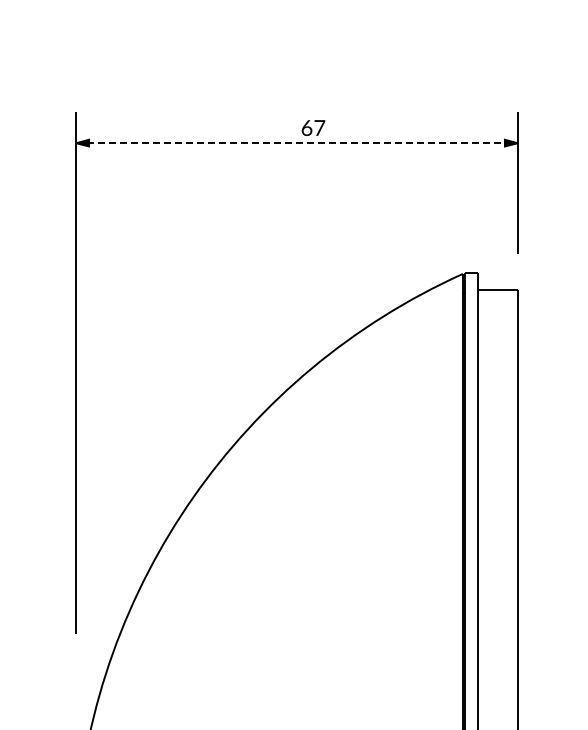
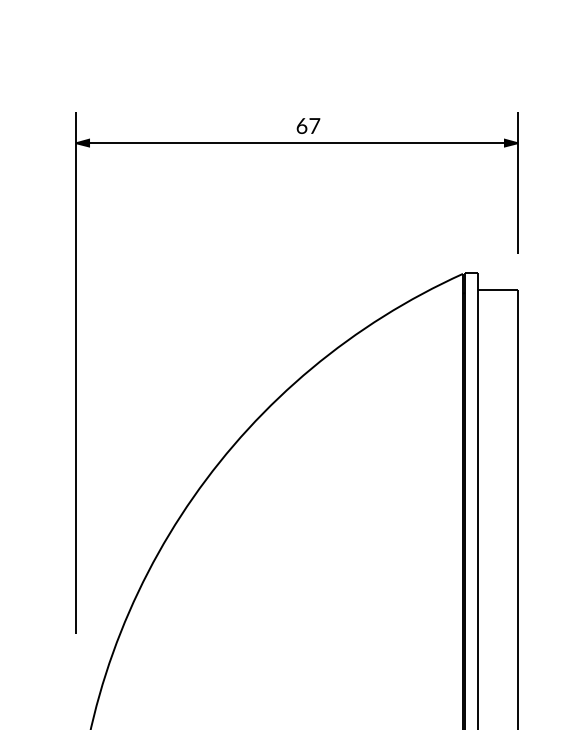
part at (313, 127) position: (313, 127) -> (308, 125)
line at (297, 143): dashed -> solid
